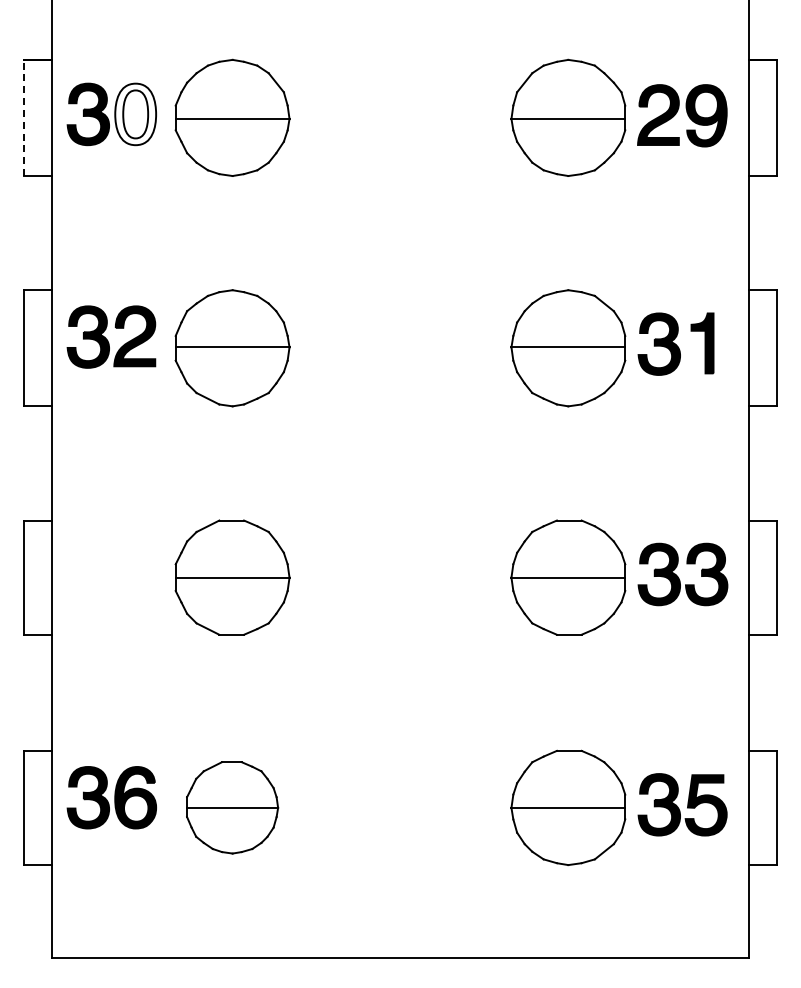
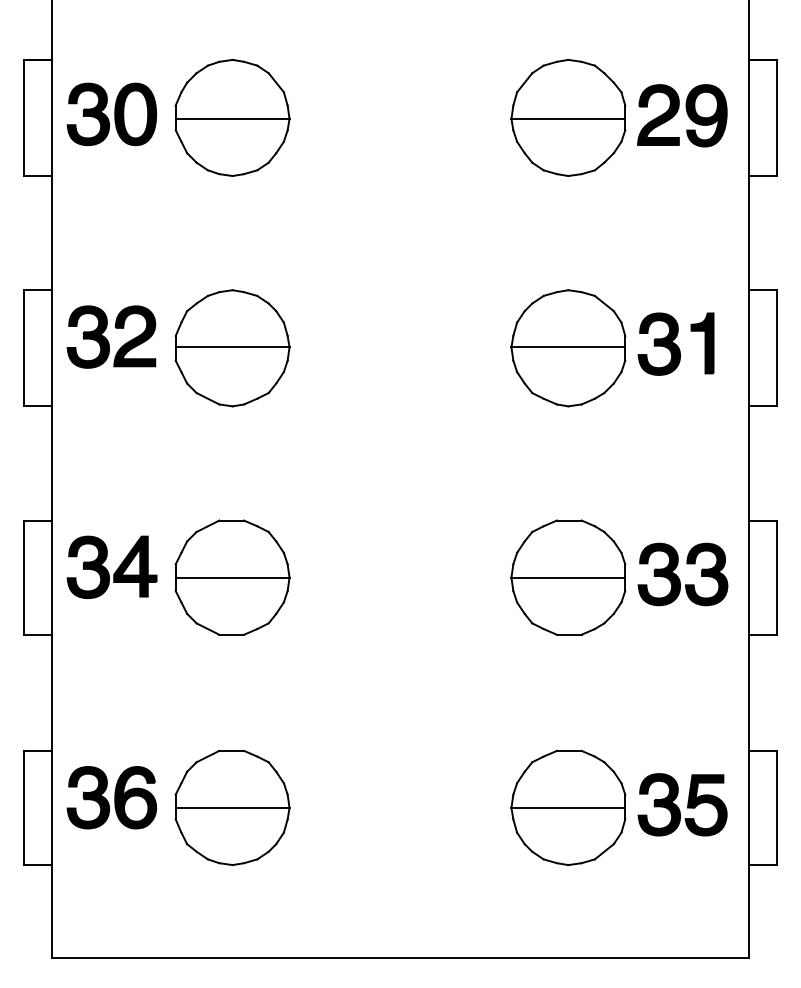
fill at (135, 114): none -> present
line at (24, 117): dashed -> solid
part at (111, 567): none -> present
part at (232, 807) size: 94x94 px -> 117x117 px
